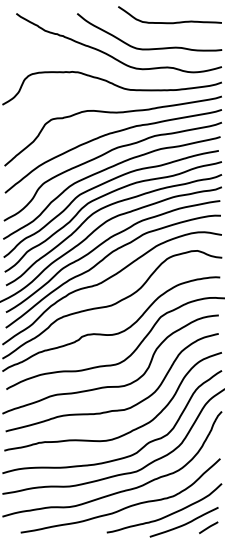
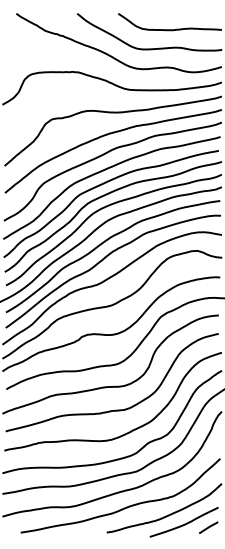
curve at (169, 22) position: (169, 22) -> (169, 29)
